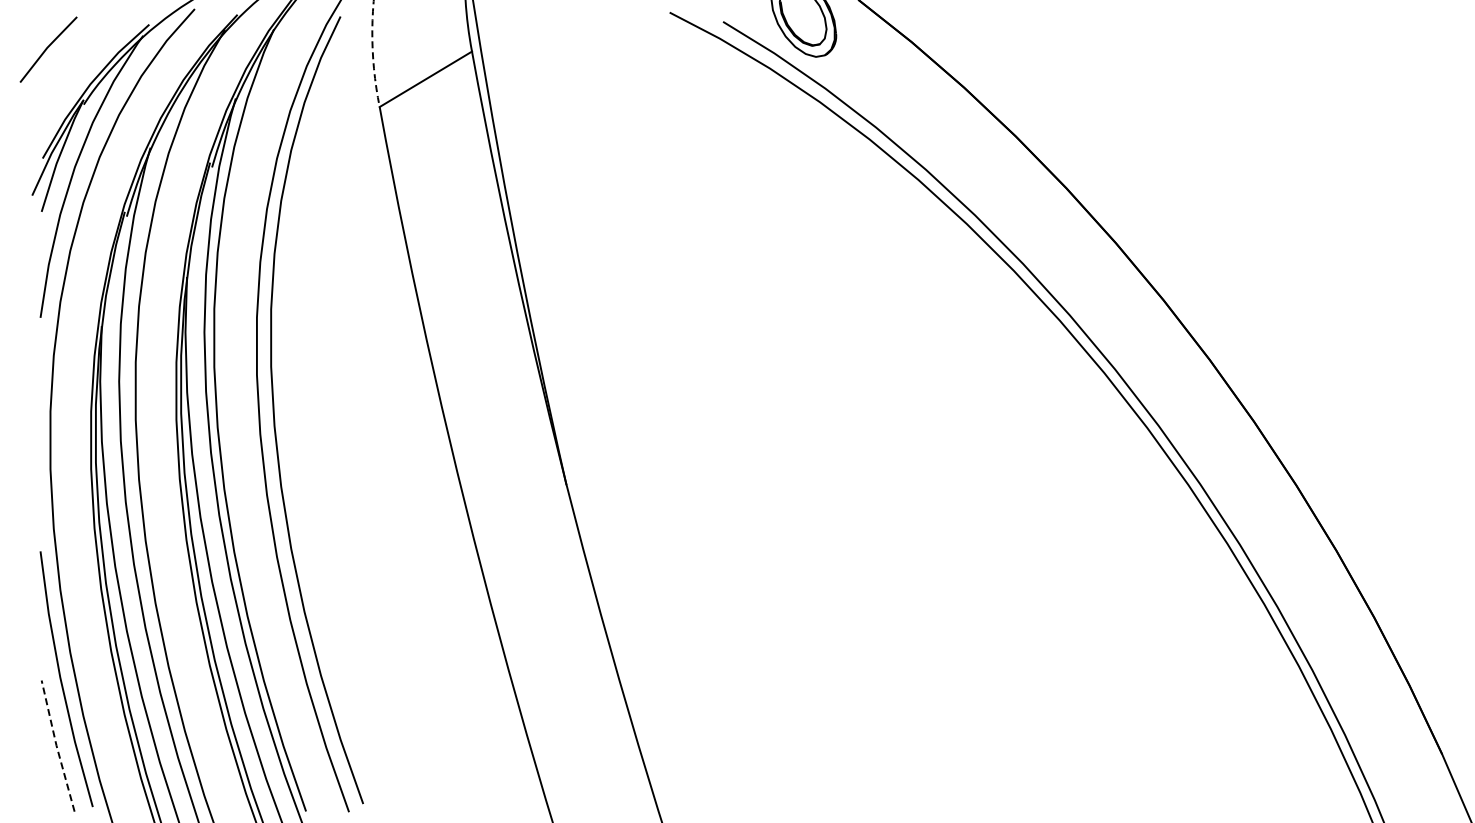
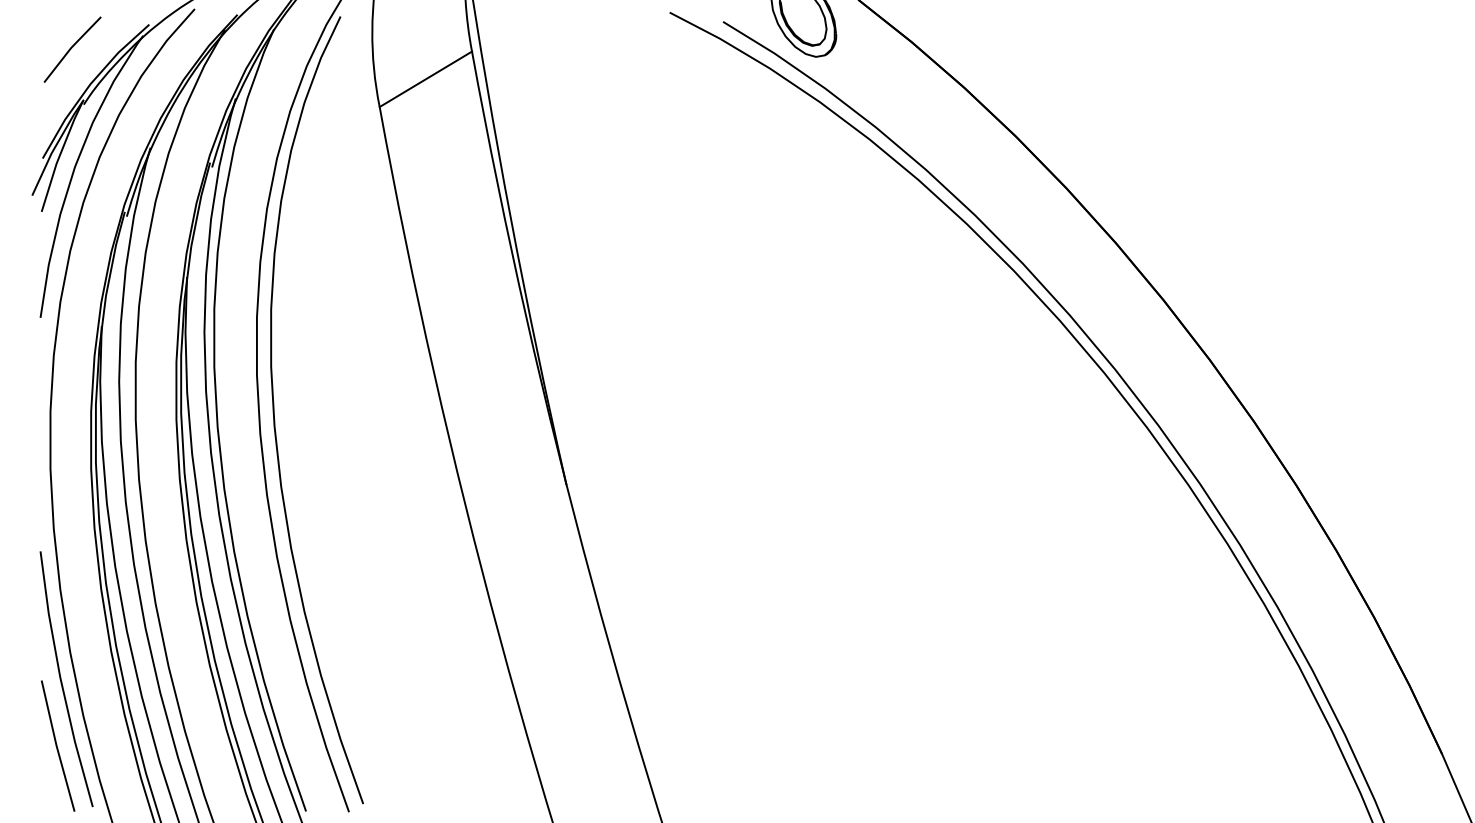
line at (48, 48) position: (48, 48) -> (72, 48)
arc at (372, 53): dashed -> solid
line at (56, 745): dashed -> solid
